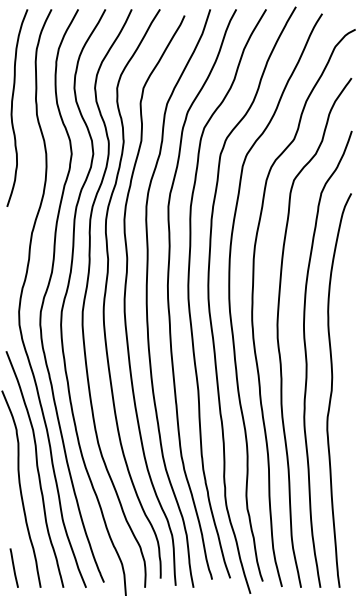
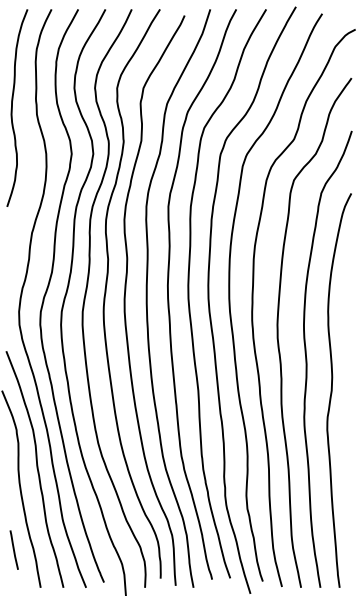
line at (13, 567) position: (13, 567) -> (13, 549)
